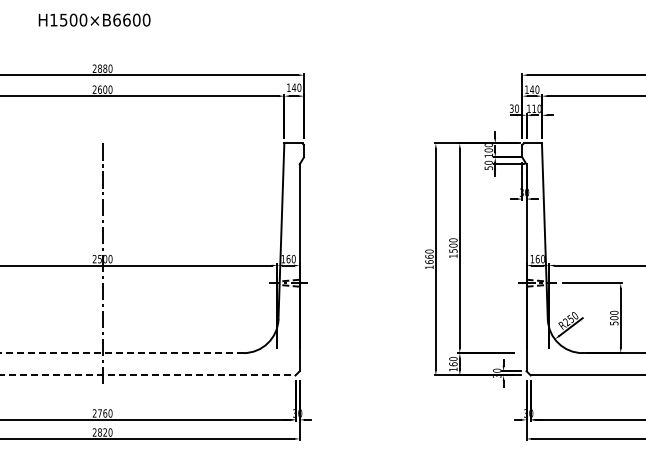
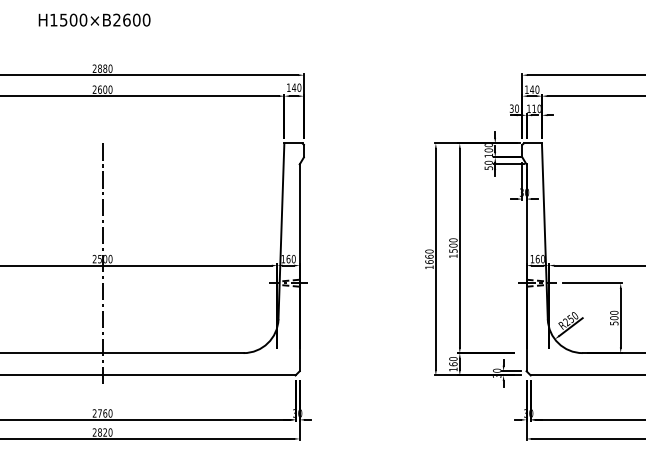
text at (116, 19): H1500×B6600 -> H1500×B2600
line at (122, 353): dashed -> solid
line at (148, 375): dashed -> solid
